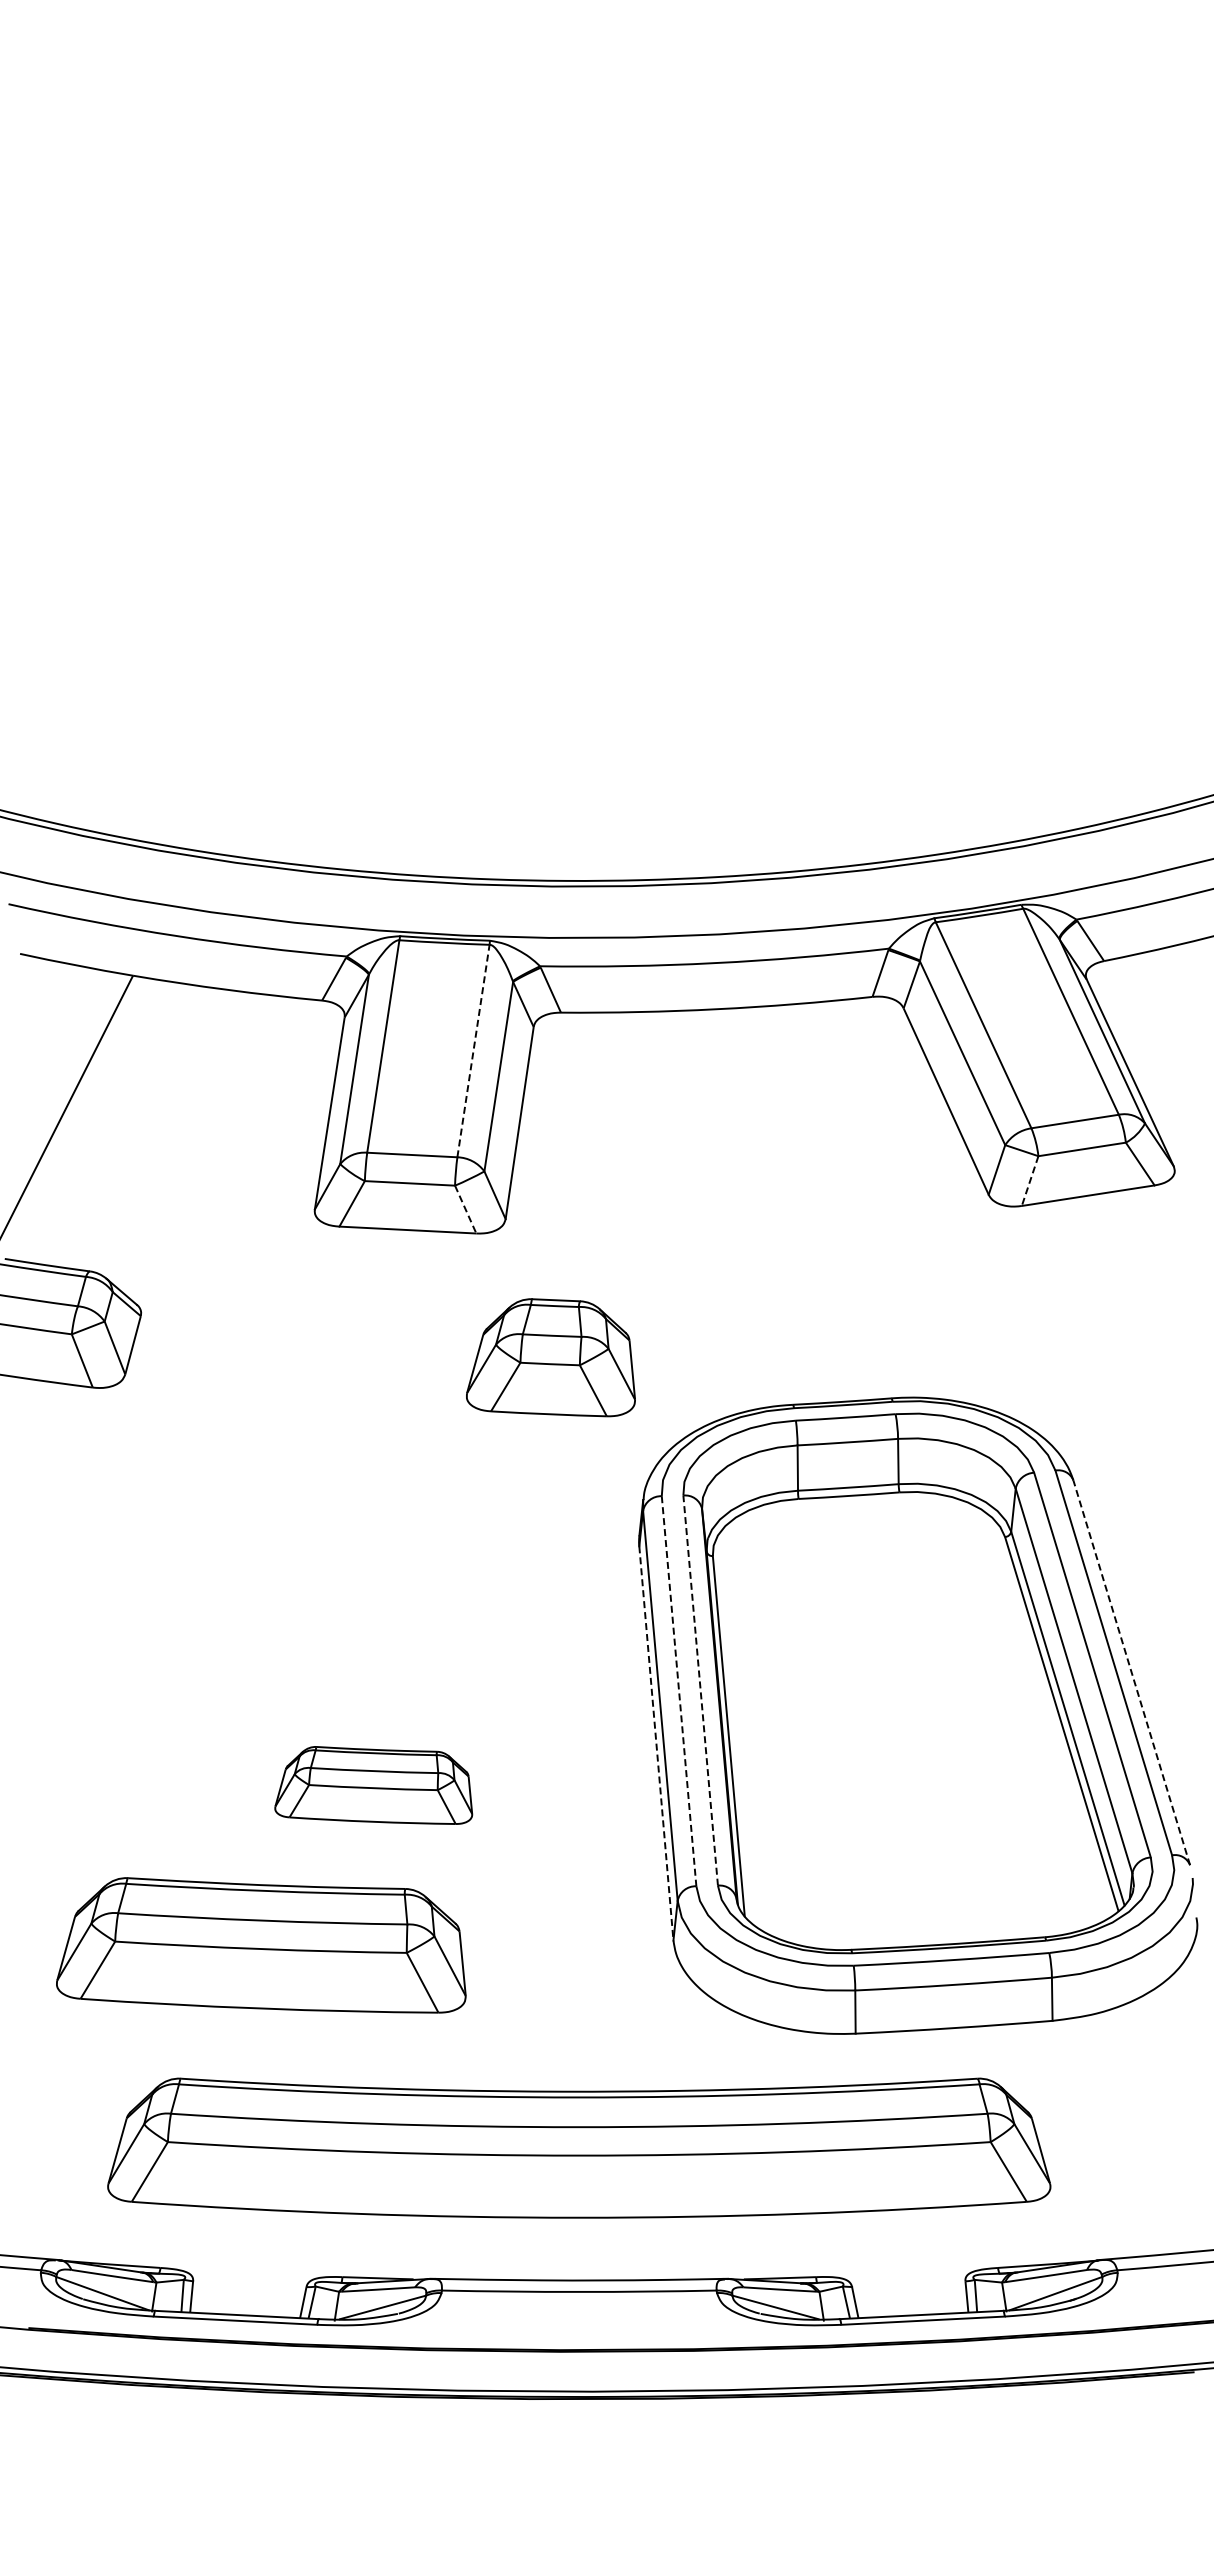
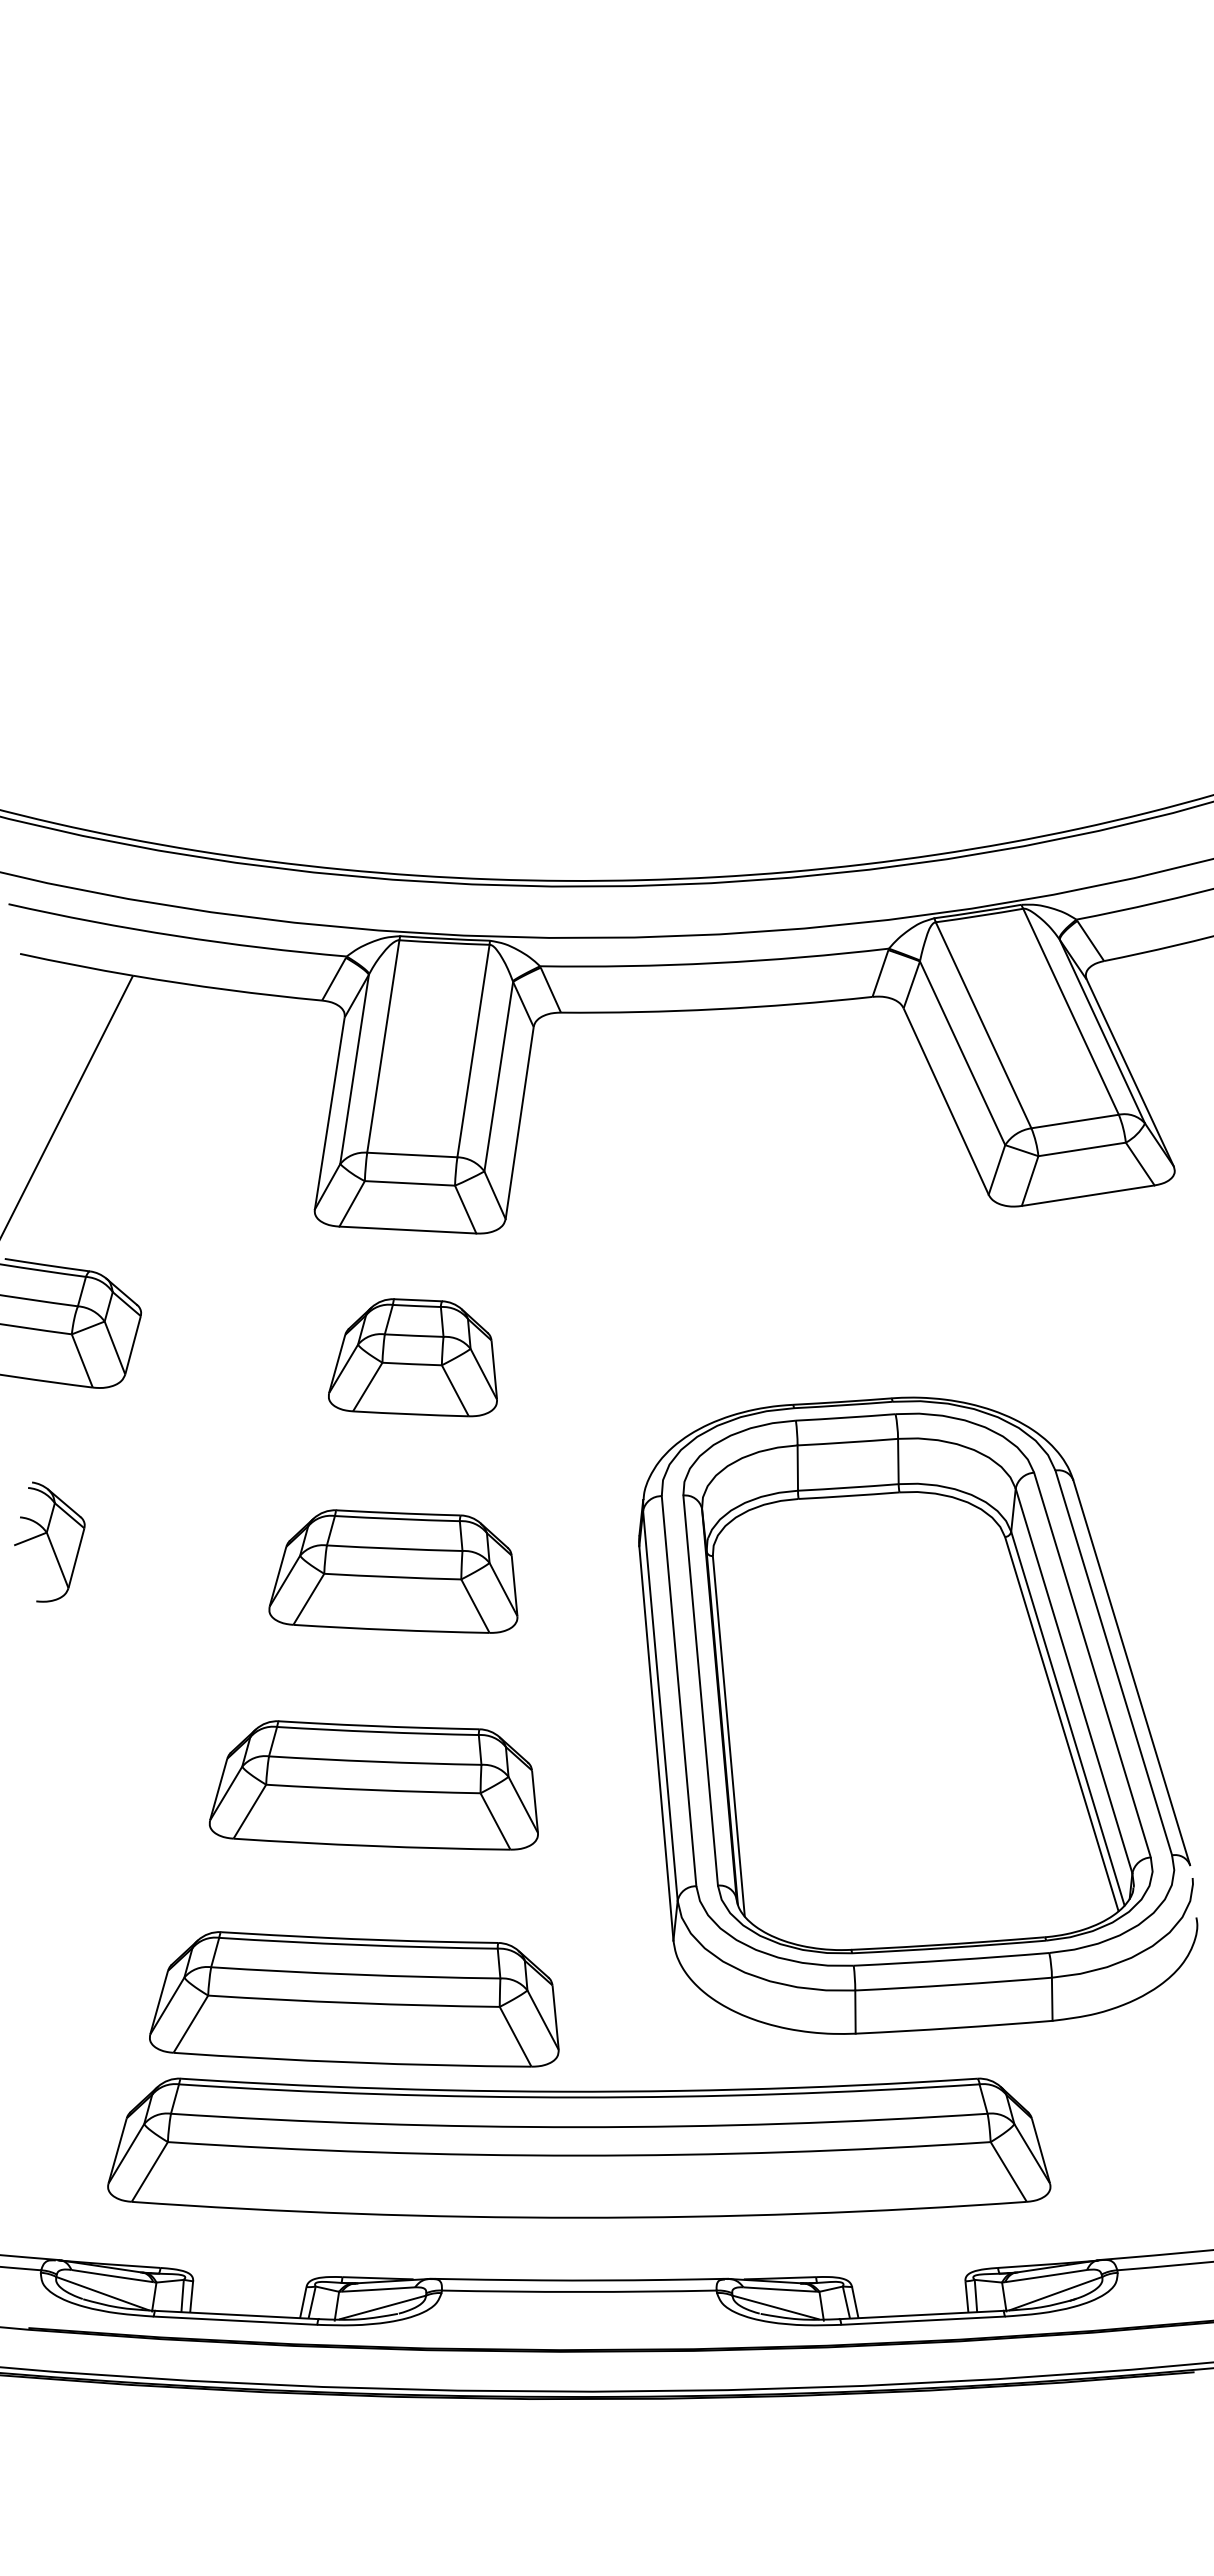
line at (473, 1050): dashed -> solid
line at (1029, 1181): dashed -> solid
line at (465, 1210): dashed -> solid
part at (550, 1357) position: (550, 1357) -> (412, 1357)
part at (49, 1541): none -> present
part at (393, 1571): none -> present
line at (1131, 1672): dashed -> solid
line at (700, 1690): dashed -> solid
line at (679, 1691): dashed -> solid
line at (656, 1743): dashed -> solid
part at (373, 1785) size: 200x79 px -> 331x131 px
part at (261, 1945) position: (261, 1945) -> (354, 1999)
